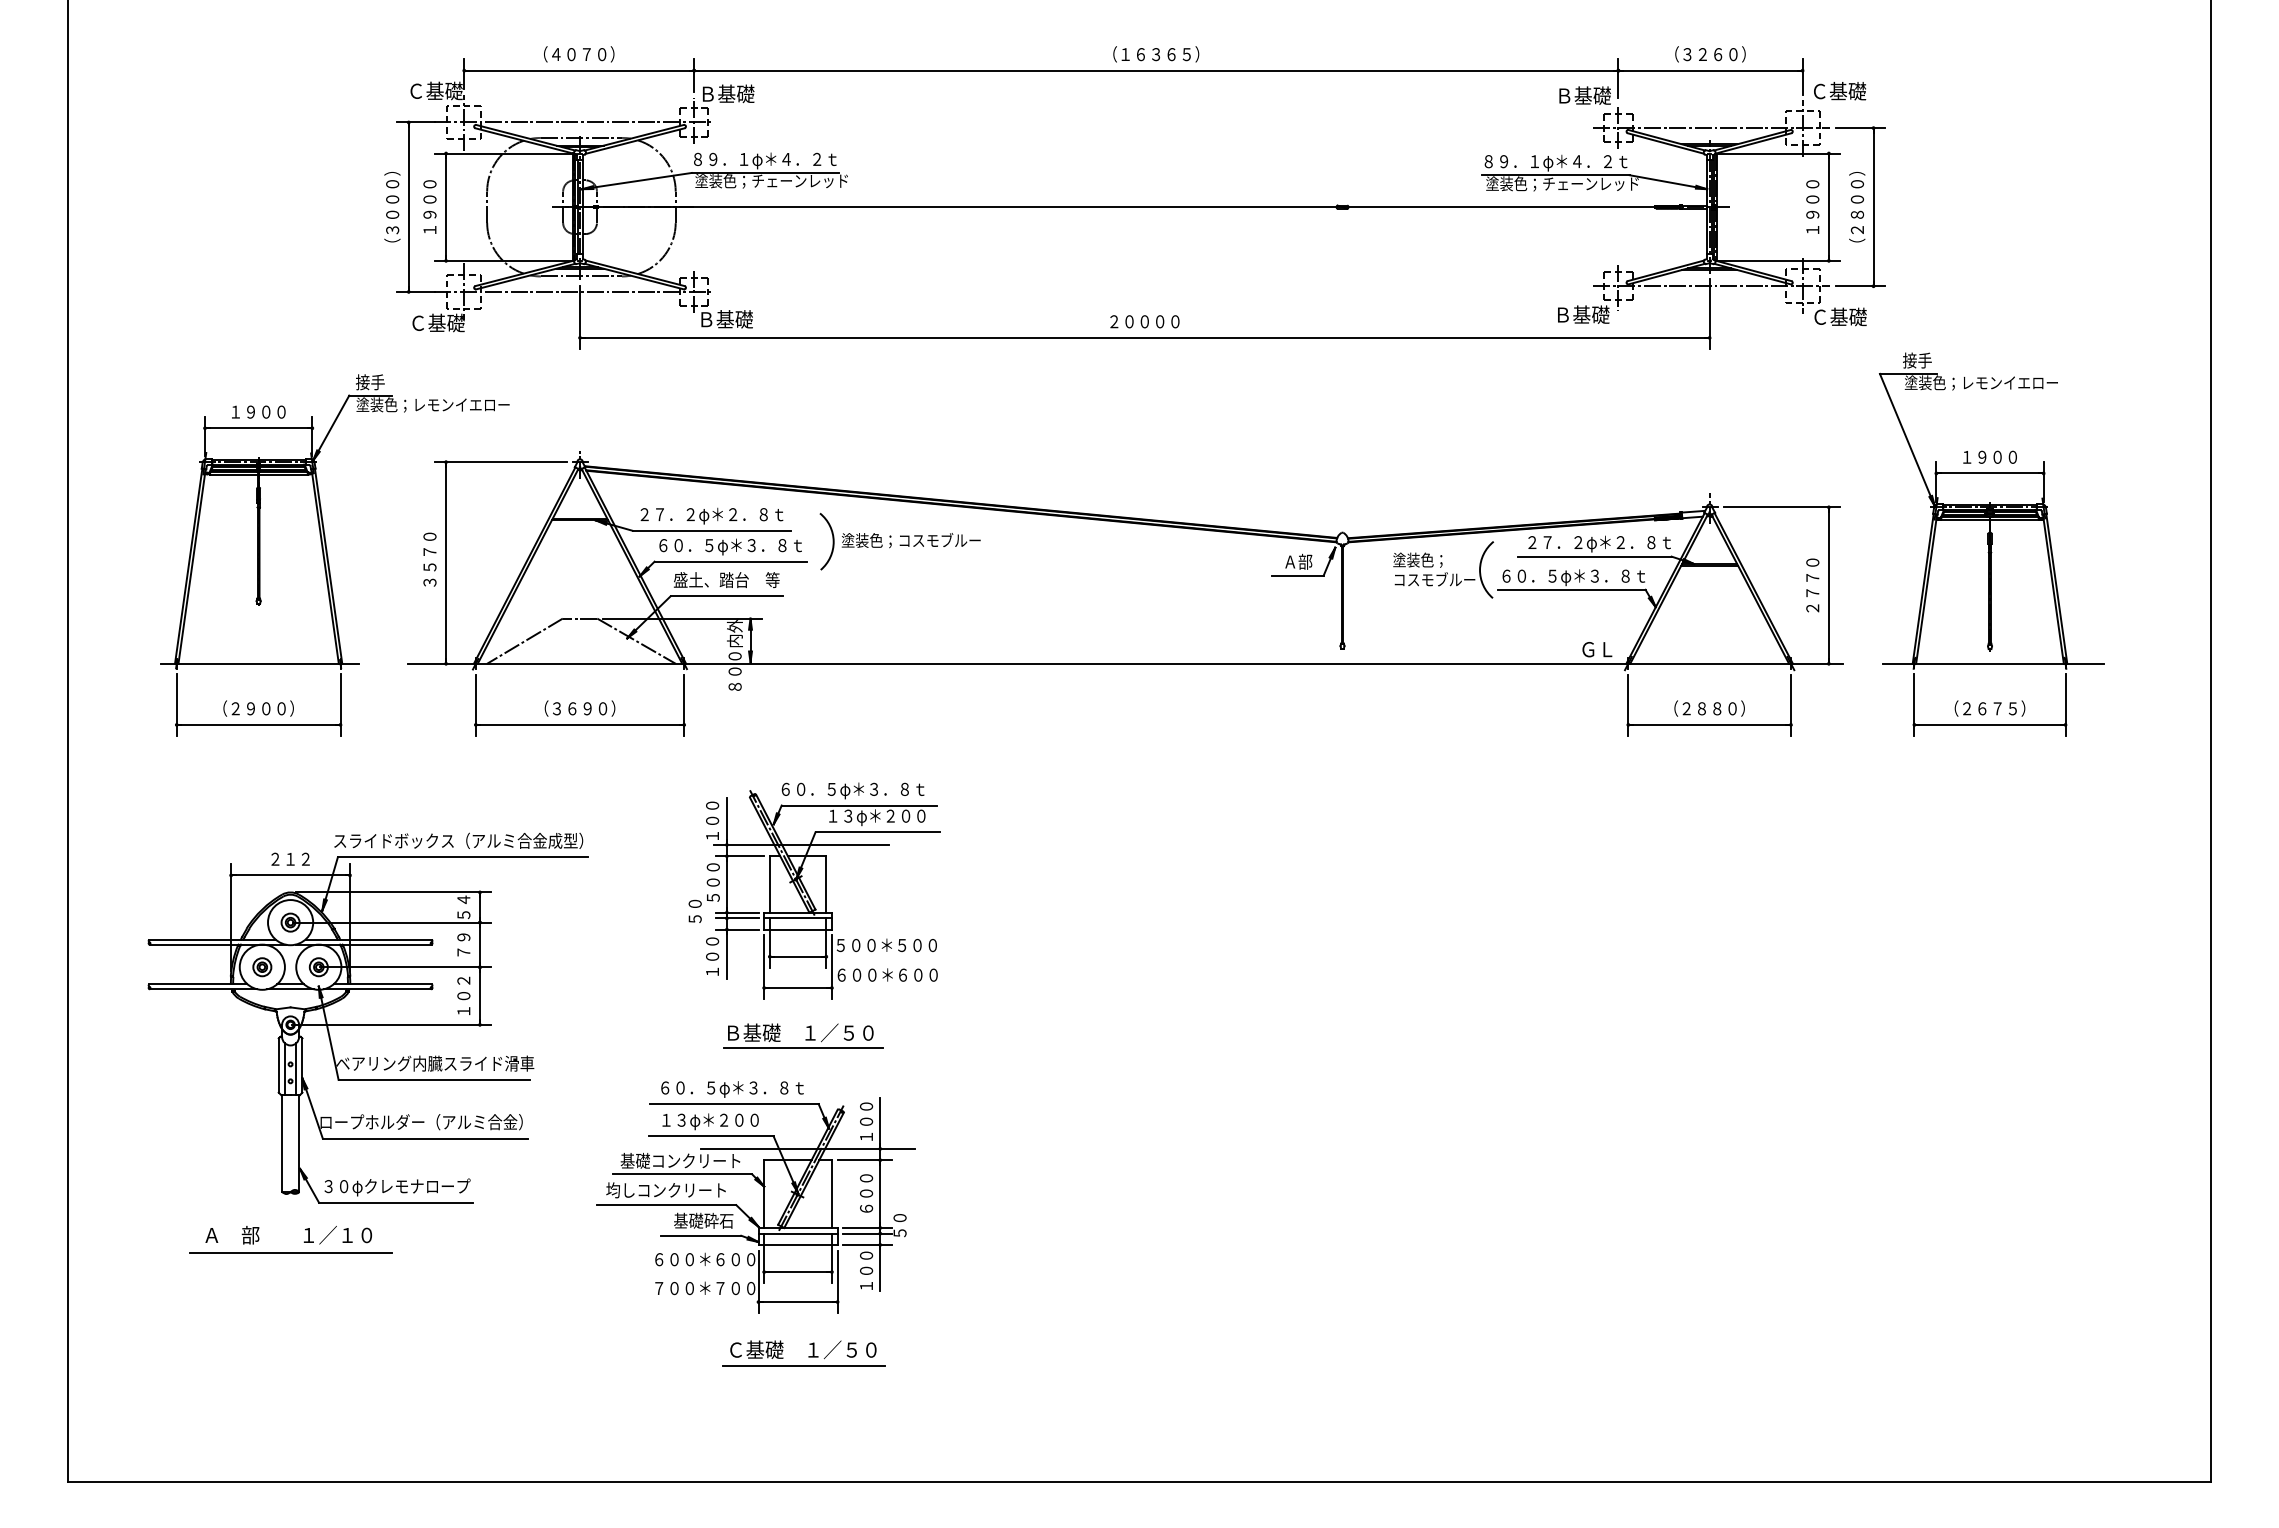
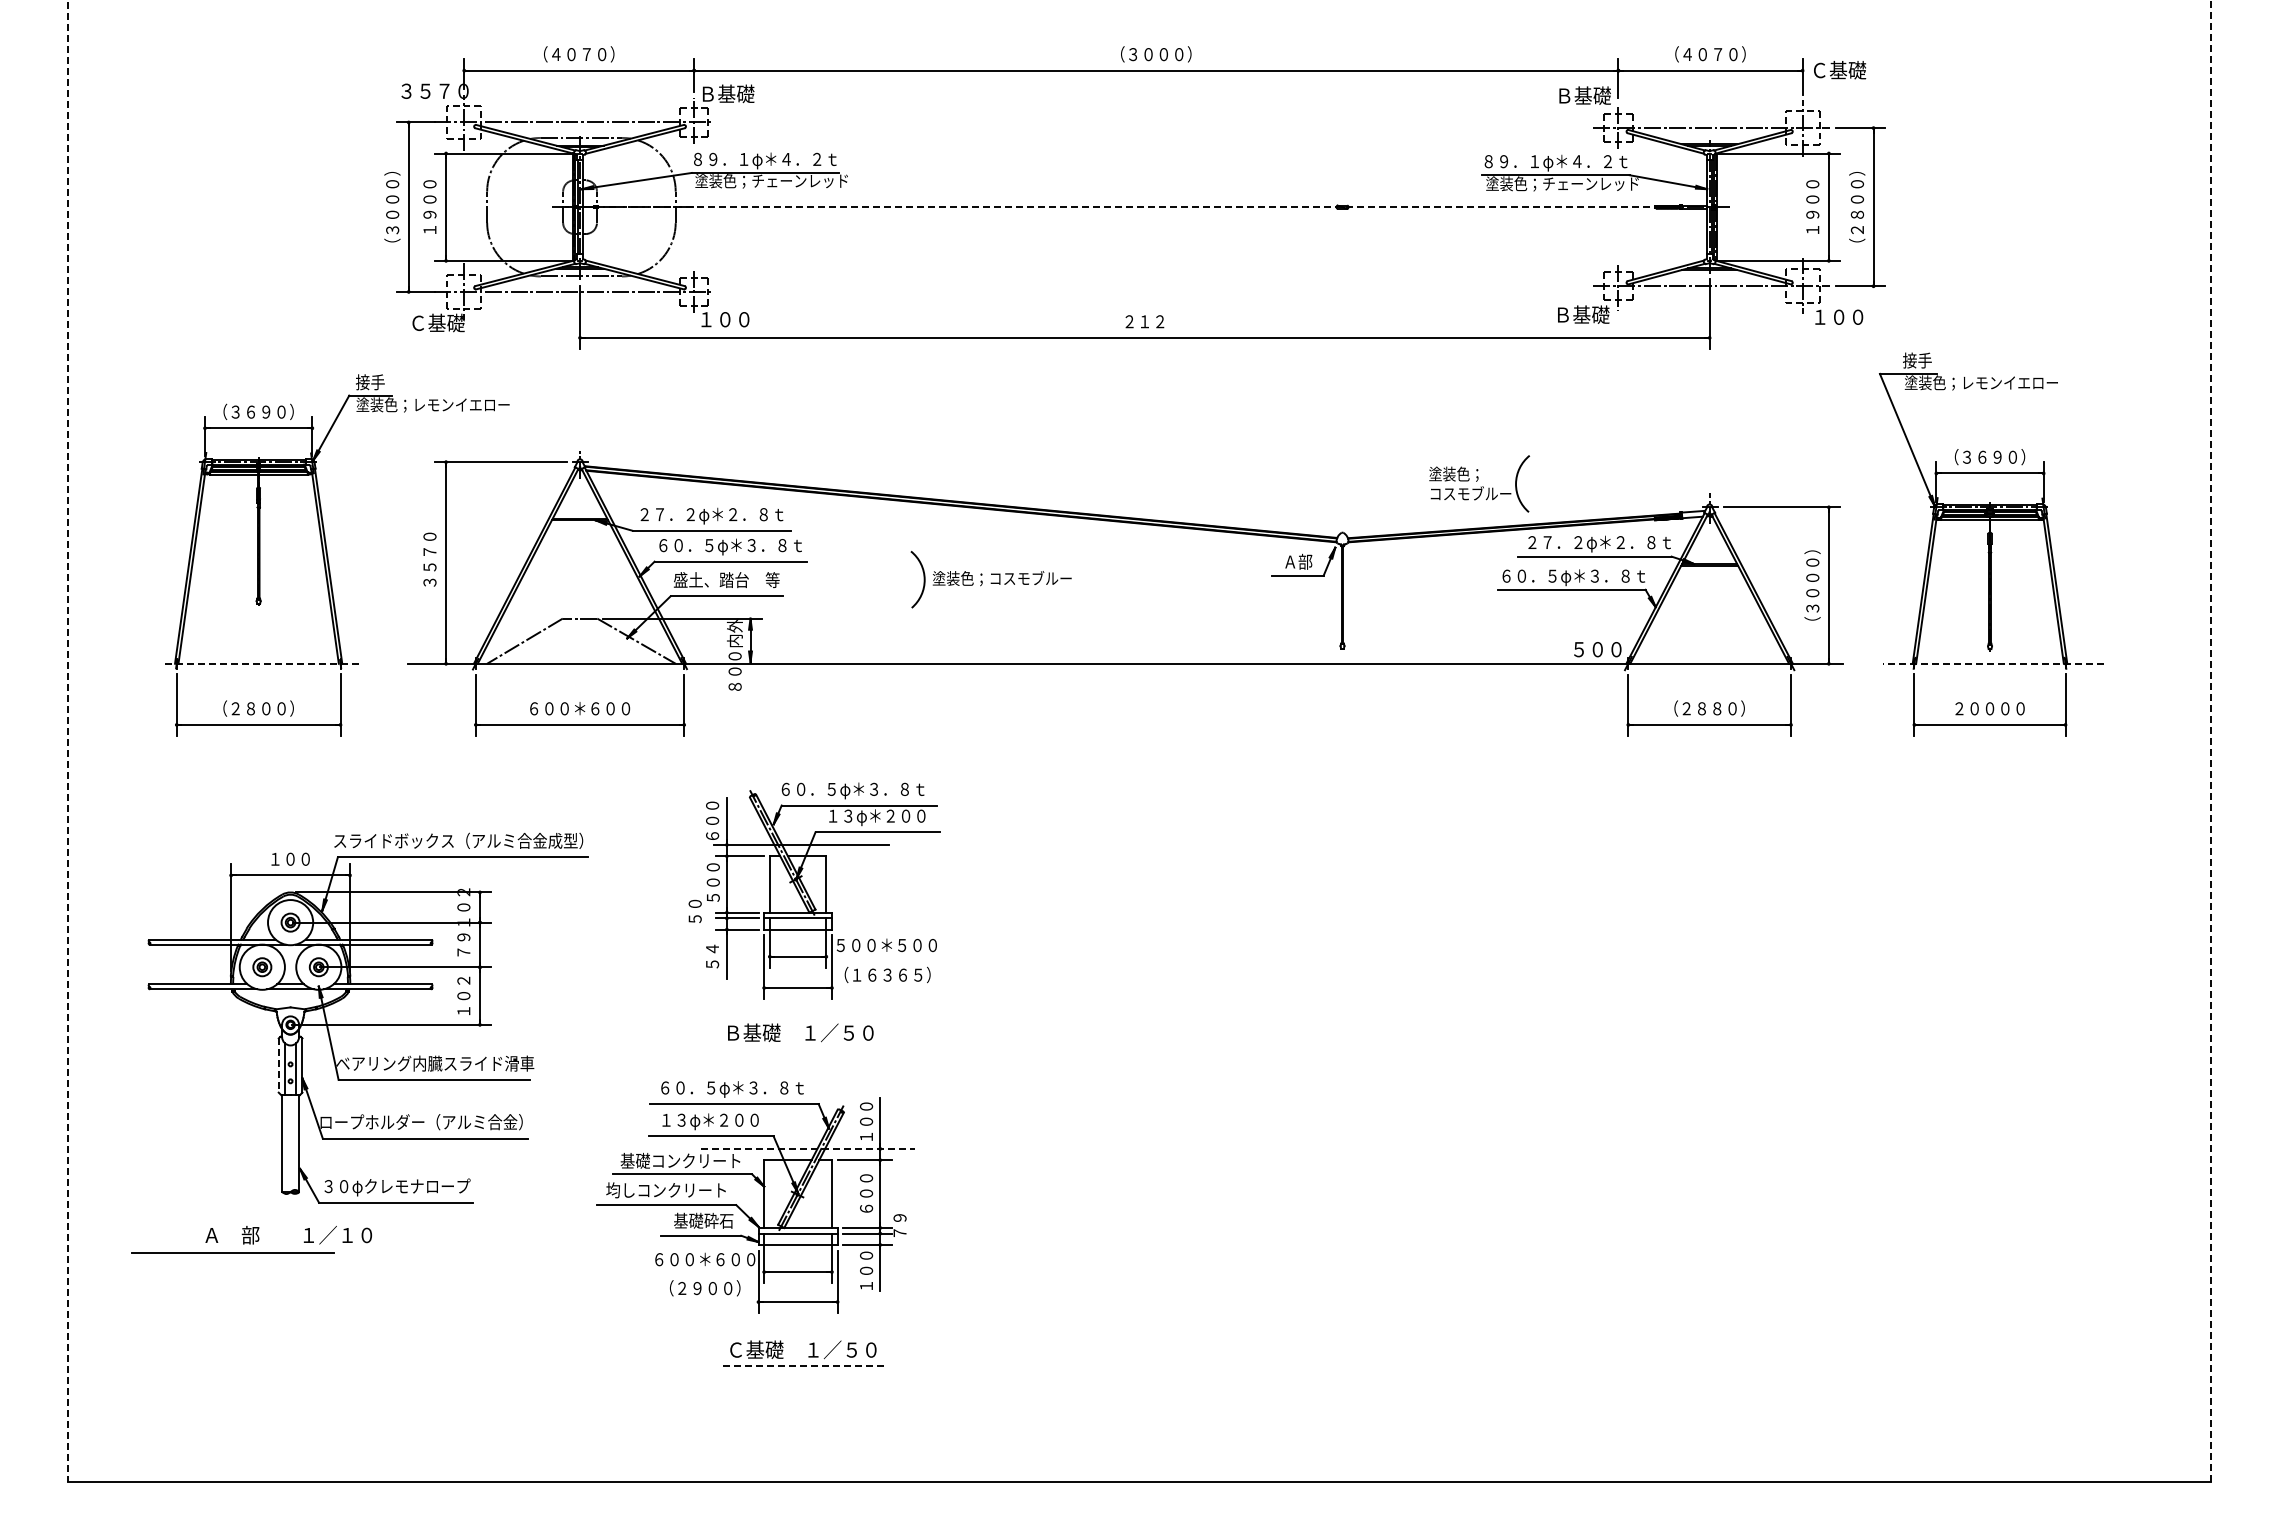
text at (1156, 54): （１６３６５） -> （３０００）
text at (1702, 54): （３２６０） -> （４０７０）
text at (434, 90): Ｃ基礎 -> ３５７０
text at (1840, 91) position: (1840, 91) -> (1840, 70)
line at (1126, 207): solid -> dashed
text at (1840, 316): Ｃ基礎 -> １００
text at (726, 319): Ｂ基礎 -> １００
text at (1144, 321): ２００００ -> ２１２
text at (258, 411): １９００ -> （３６９０）
text at (1989, 457): １９００ -> （３６９０）
part at (899, 541) position: (899, 541) -> (990, 579)
part at (1443, 569) position: (1443, 569) -> (1479, 483)
text at (1812, 585): ２７７０ -> （３０００）
text at (1597, 649): ＧＬ -> ５００
line at (259, 663): solid -> dashed
line at (1993, 663): solid -> dashed
text at (250, 708): （２９００） -> （２８００）
text at (580, 708): （３６９０） -> ６００＊６００
text at (1989, 708): （２６７５） -> ２００００
line at (68, 741): solid -> dashed
line at (2210, 741): solid -> dashed
text at (712, 835): １００ -> ６００
text at (290, 858): ２１２ -> １００
text at (463, 907): ５４ -> １０２
text at (712, 956): １００ -> ５４
text at (887, 974): ６００＊６００ -> （１６３６５）
line at (803, 1047): present -> none
line at (278, 1066): solid -> dashed
line at (808, 1148): solid -> dashed
text at (899, 1225): ５０ -> ７９
line at (290, 1252) position: (290, 1252) -> (232, 1252)
text at (705, 1288): ７００＊７００ -> （２９００）
line at (804, 1365): solid -> dashed
